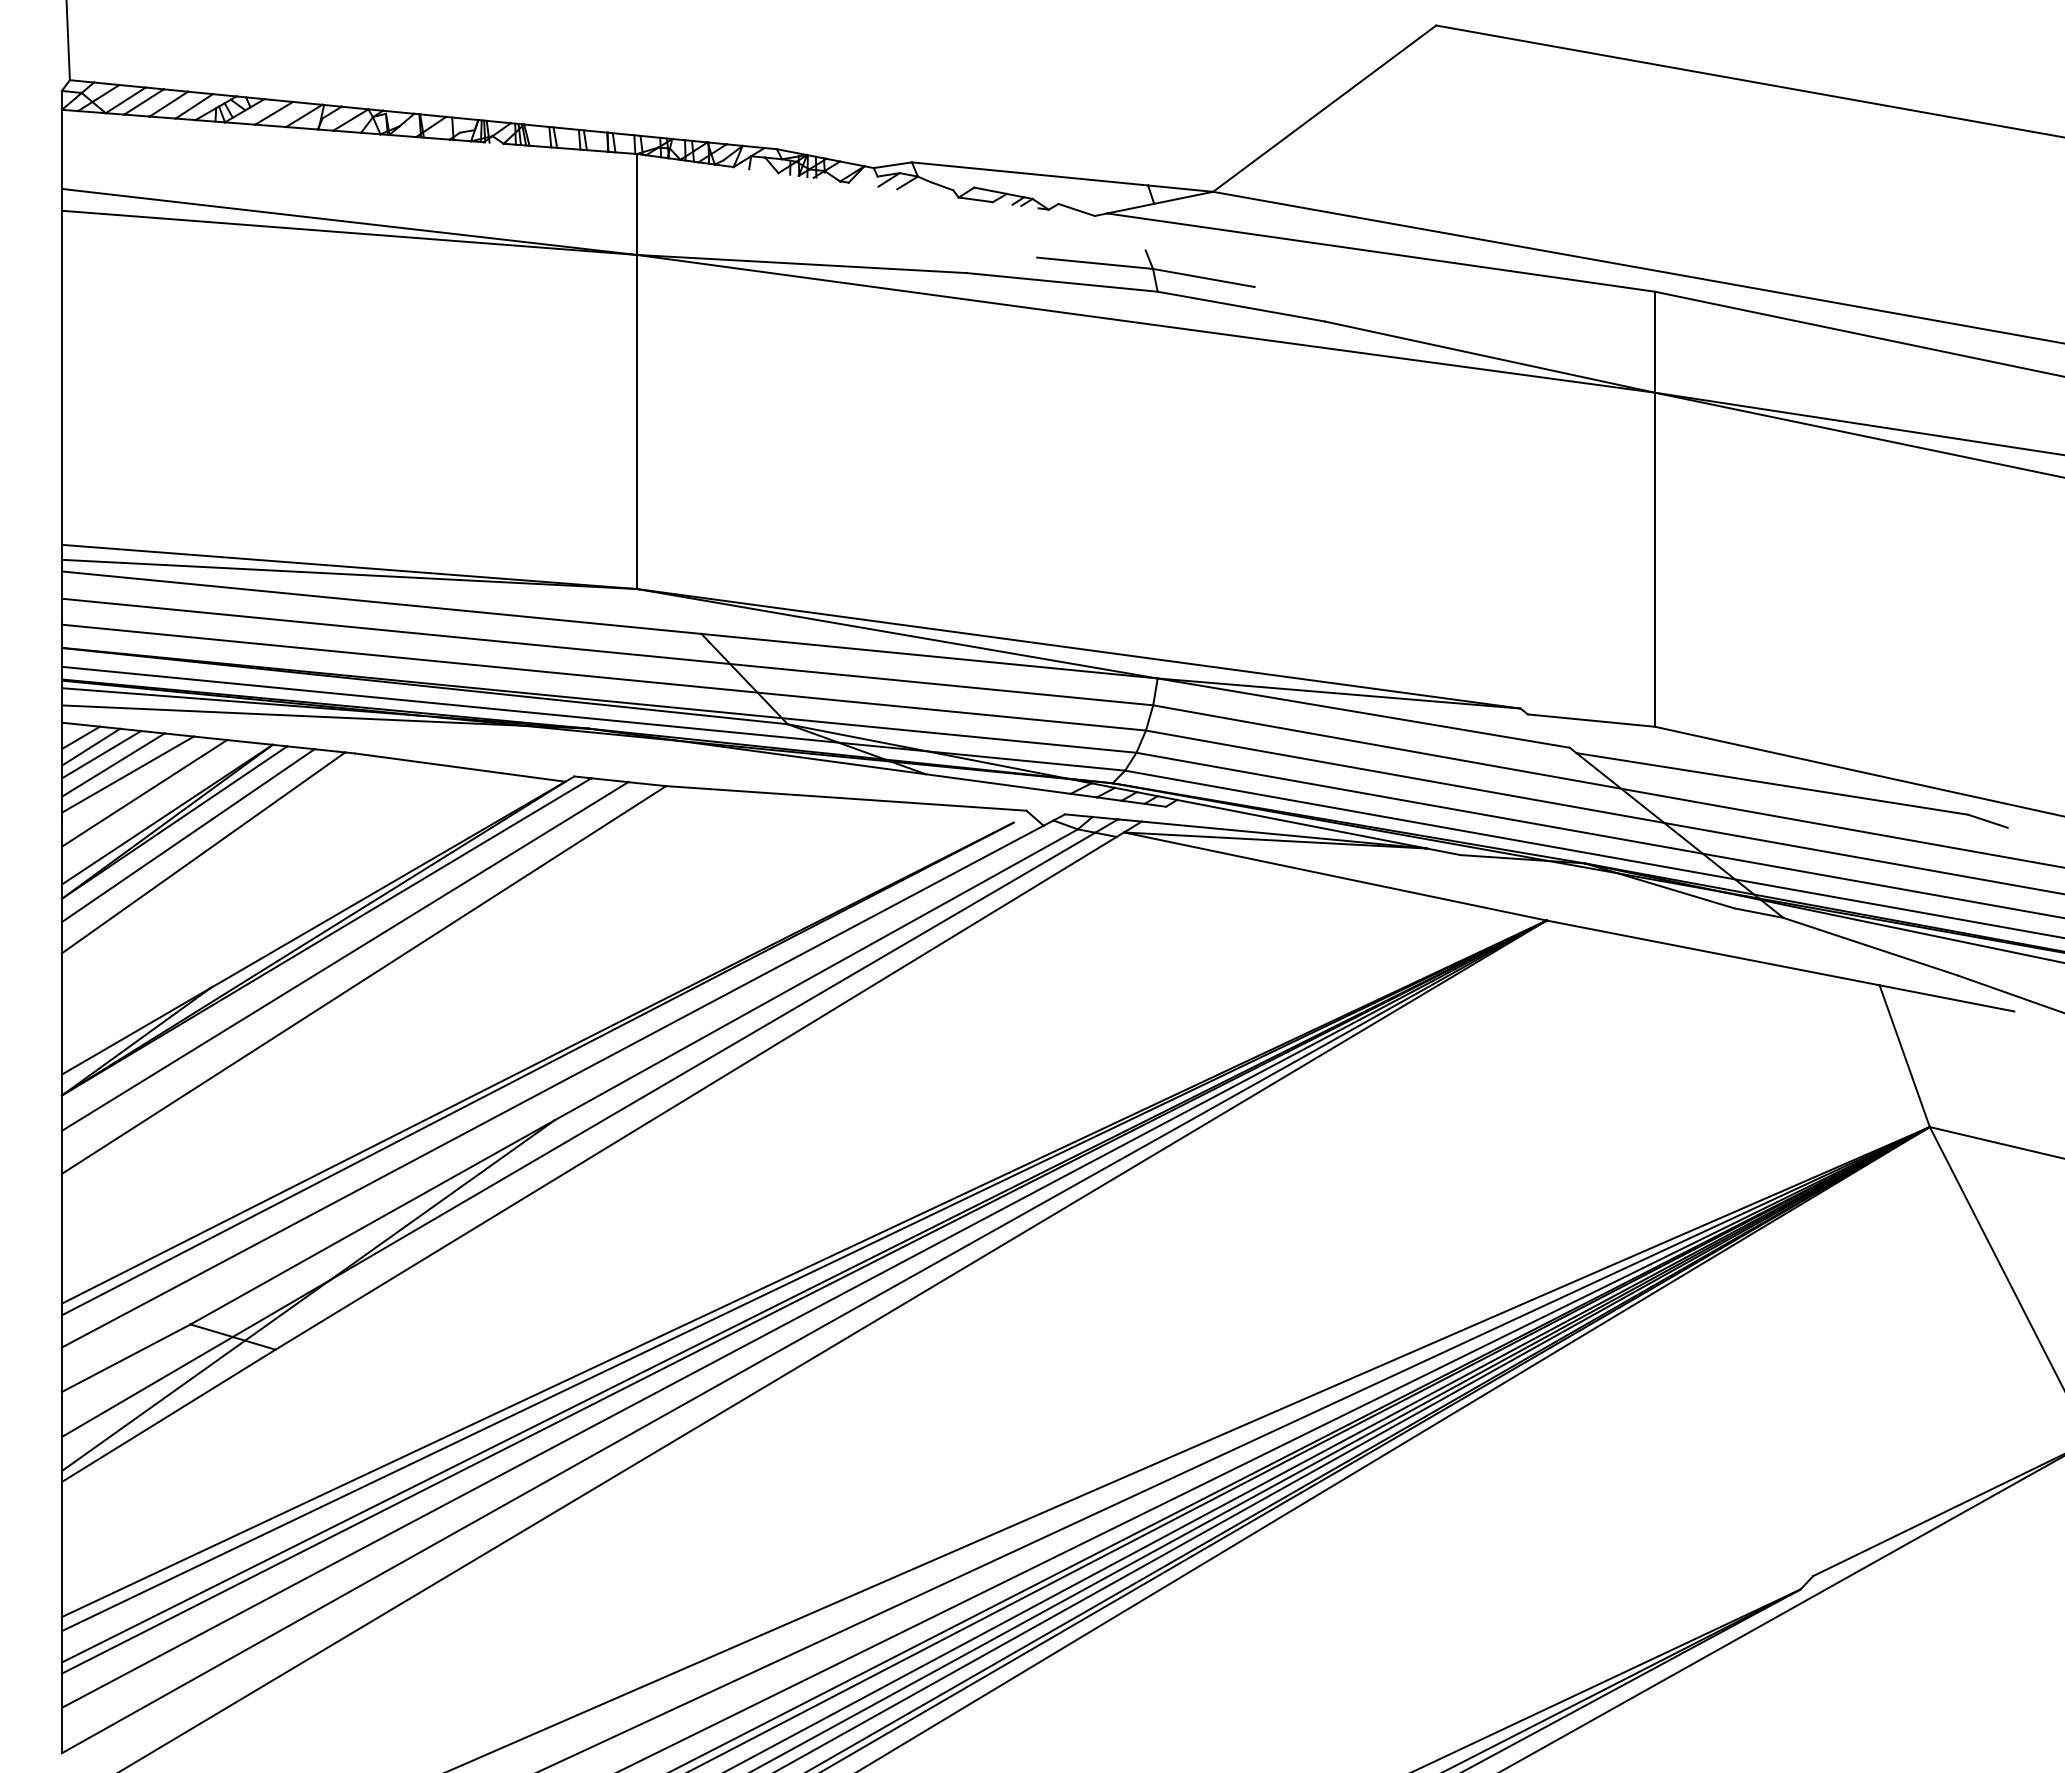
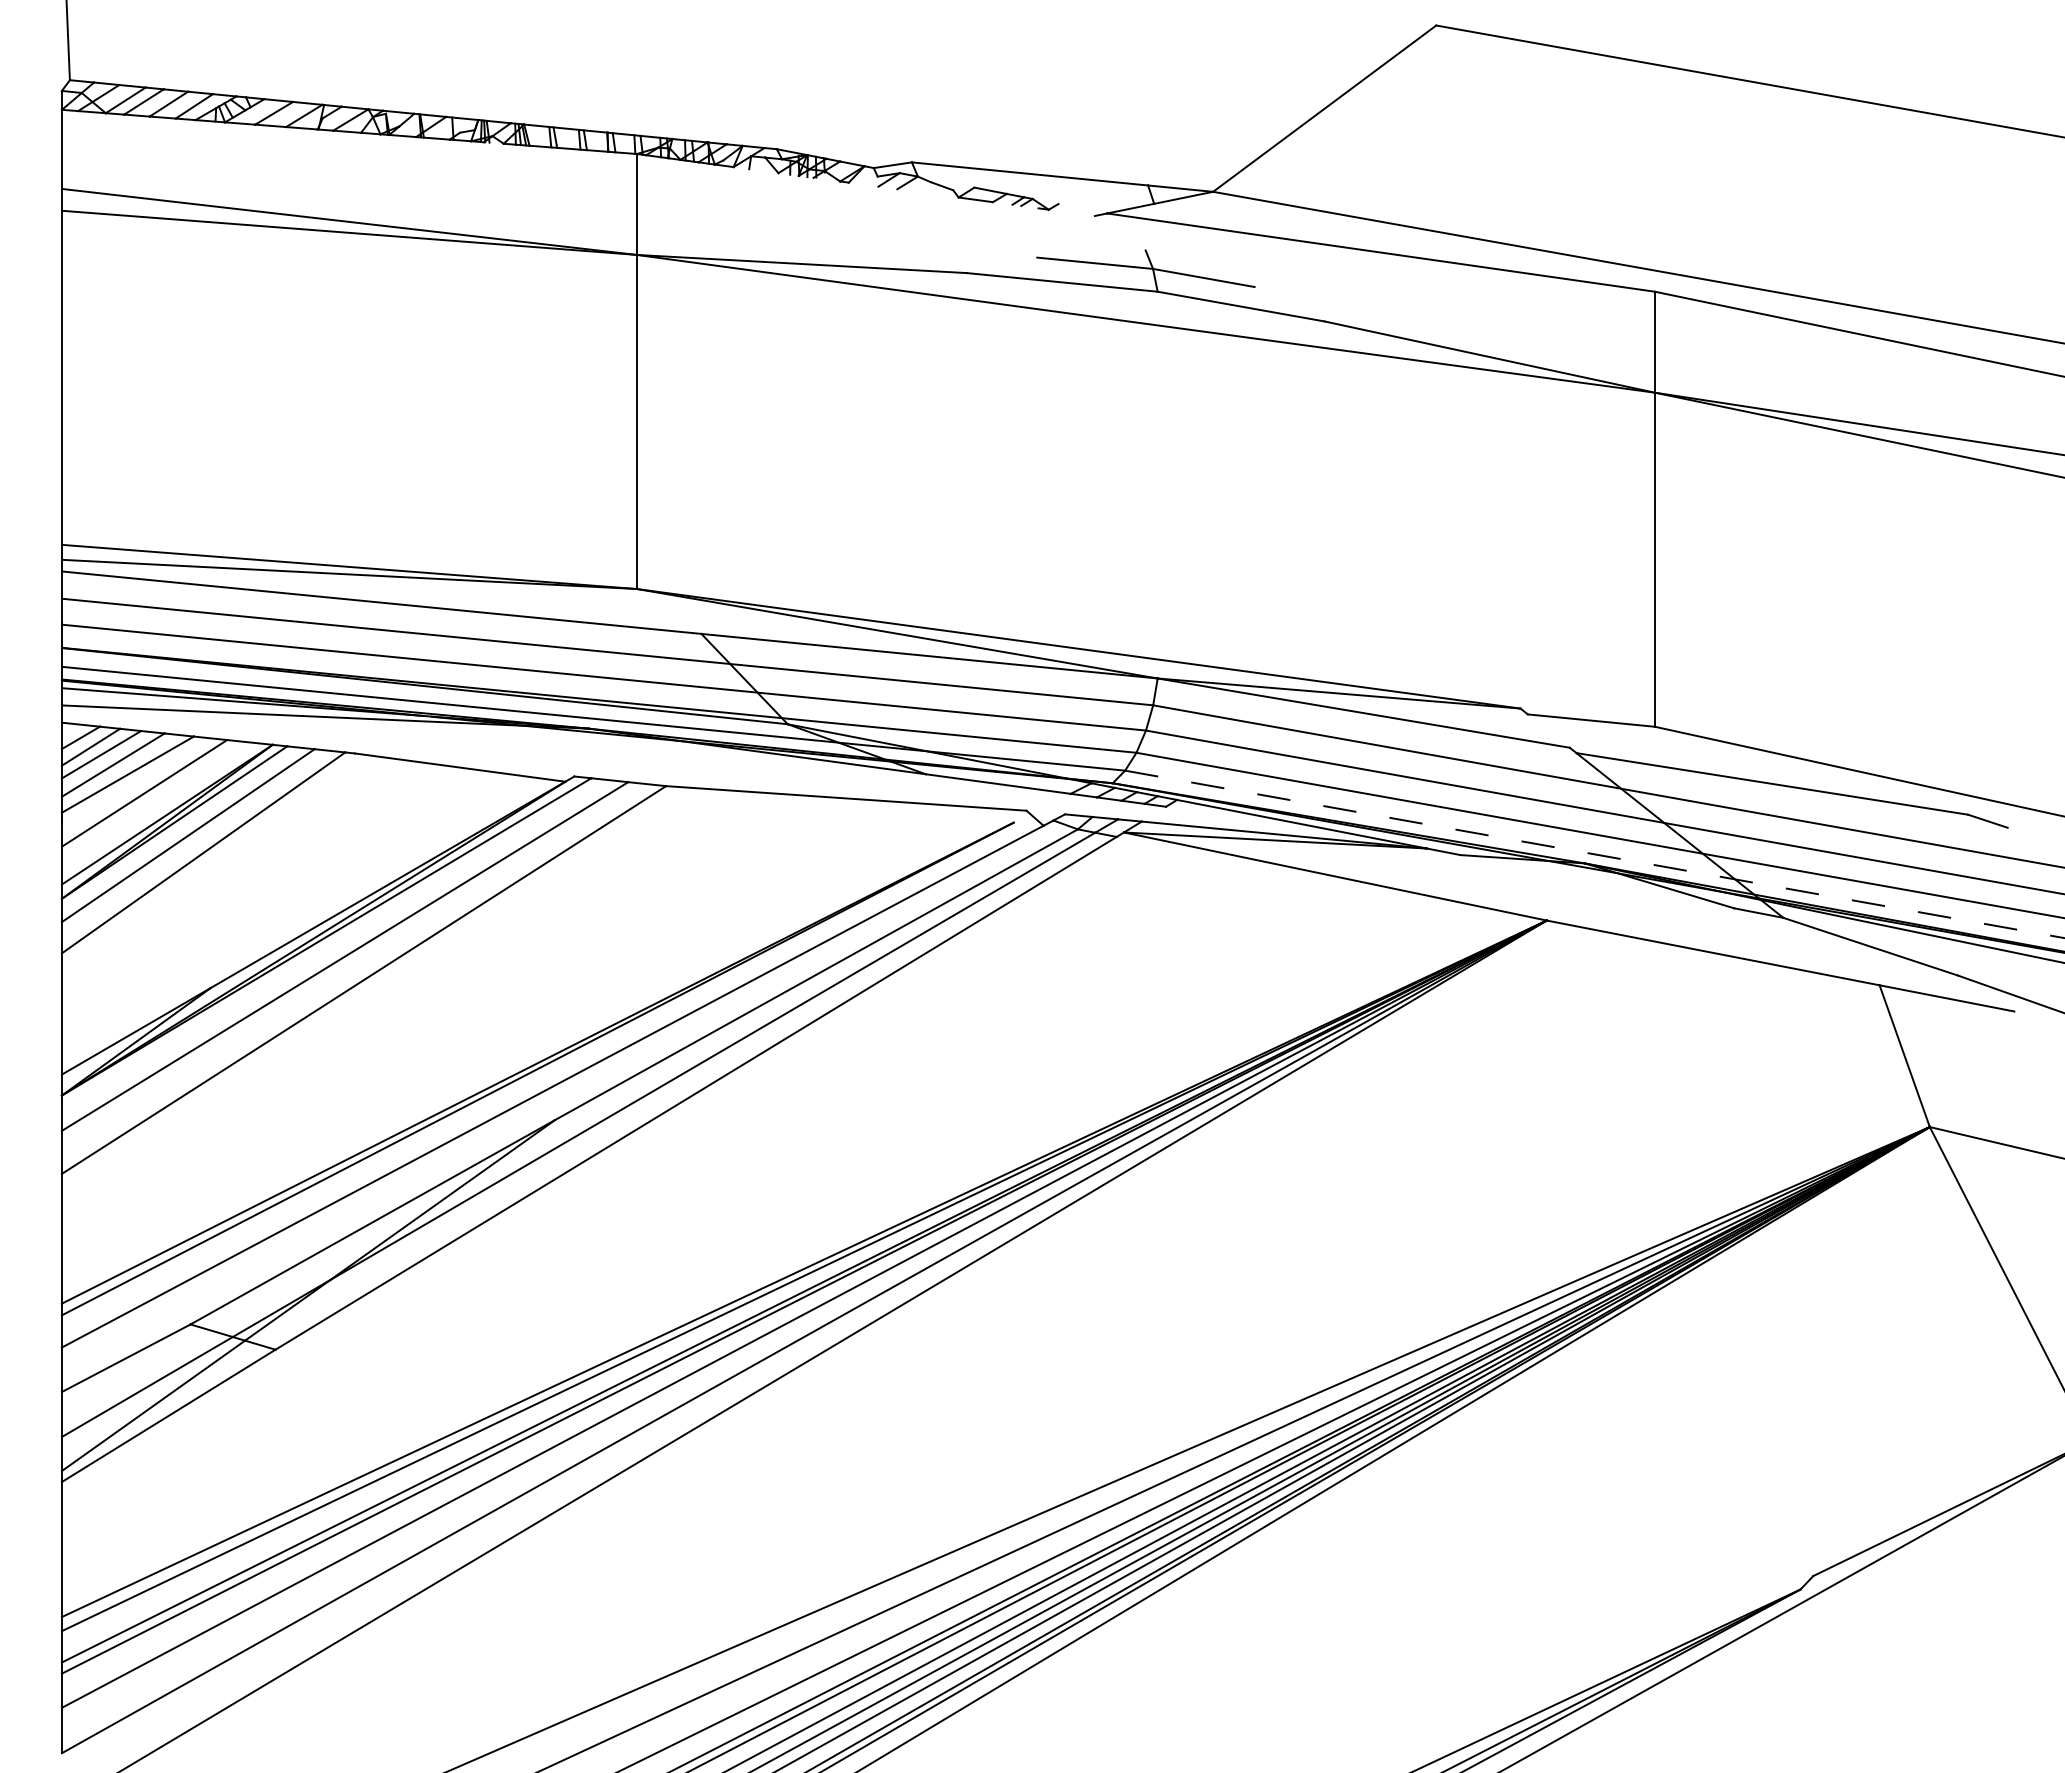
line at (1076, 209): present -> none
line at (1594, 854): solid -> dashed
